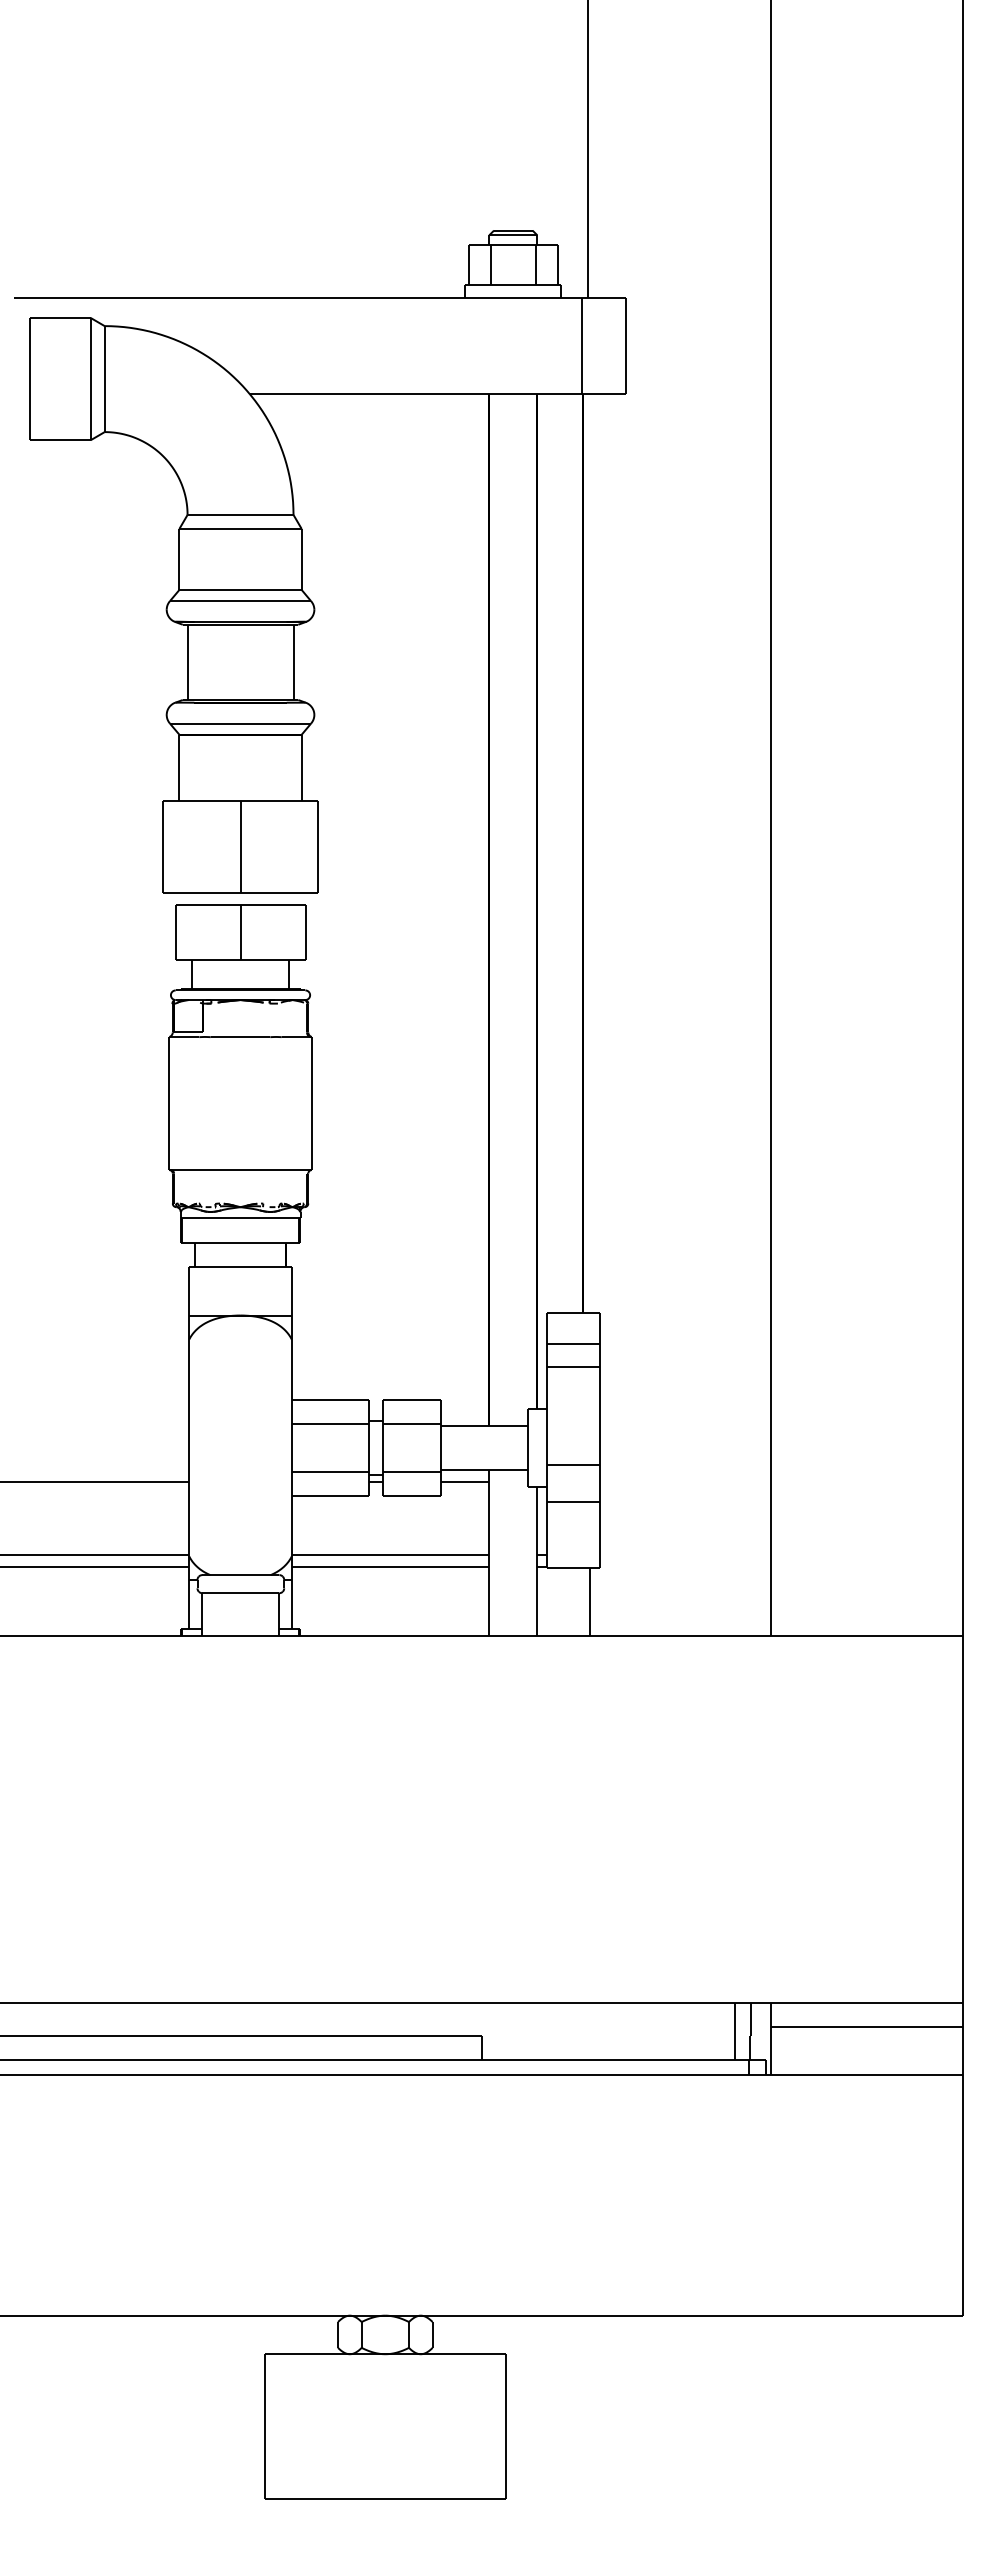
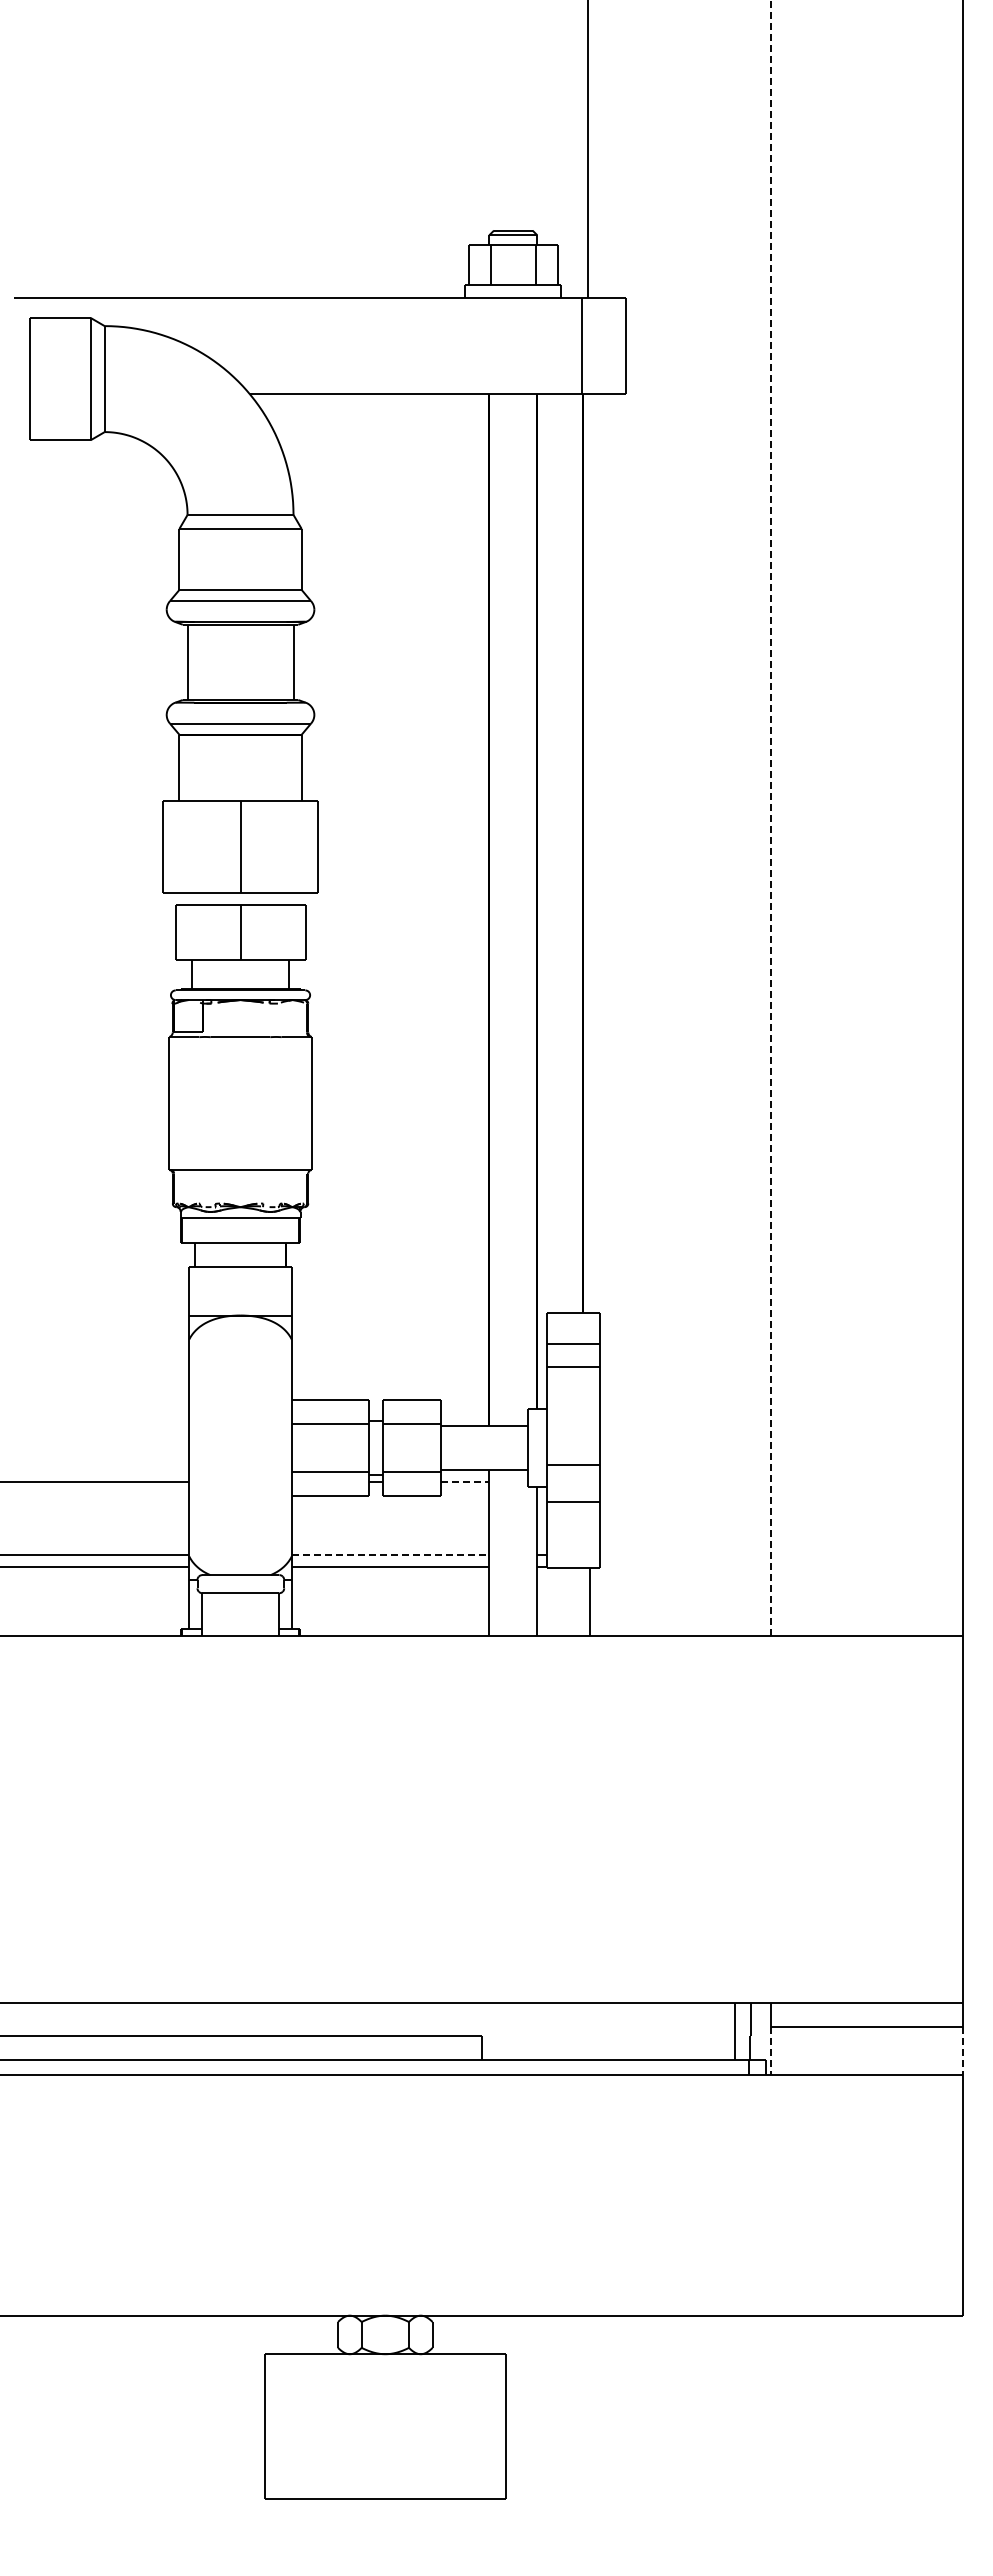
line at (770, 818): solid -> dashed
line at (465, 1482): solid -> dashed
line at (390, 1554): solid -> dashed
line at (770, 2051): solid -> dashed
line at (963, 2051): solid -> dashed
